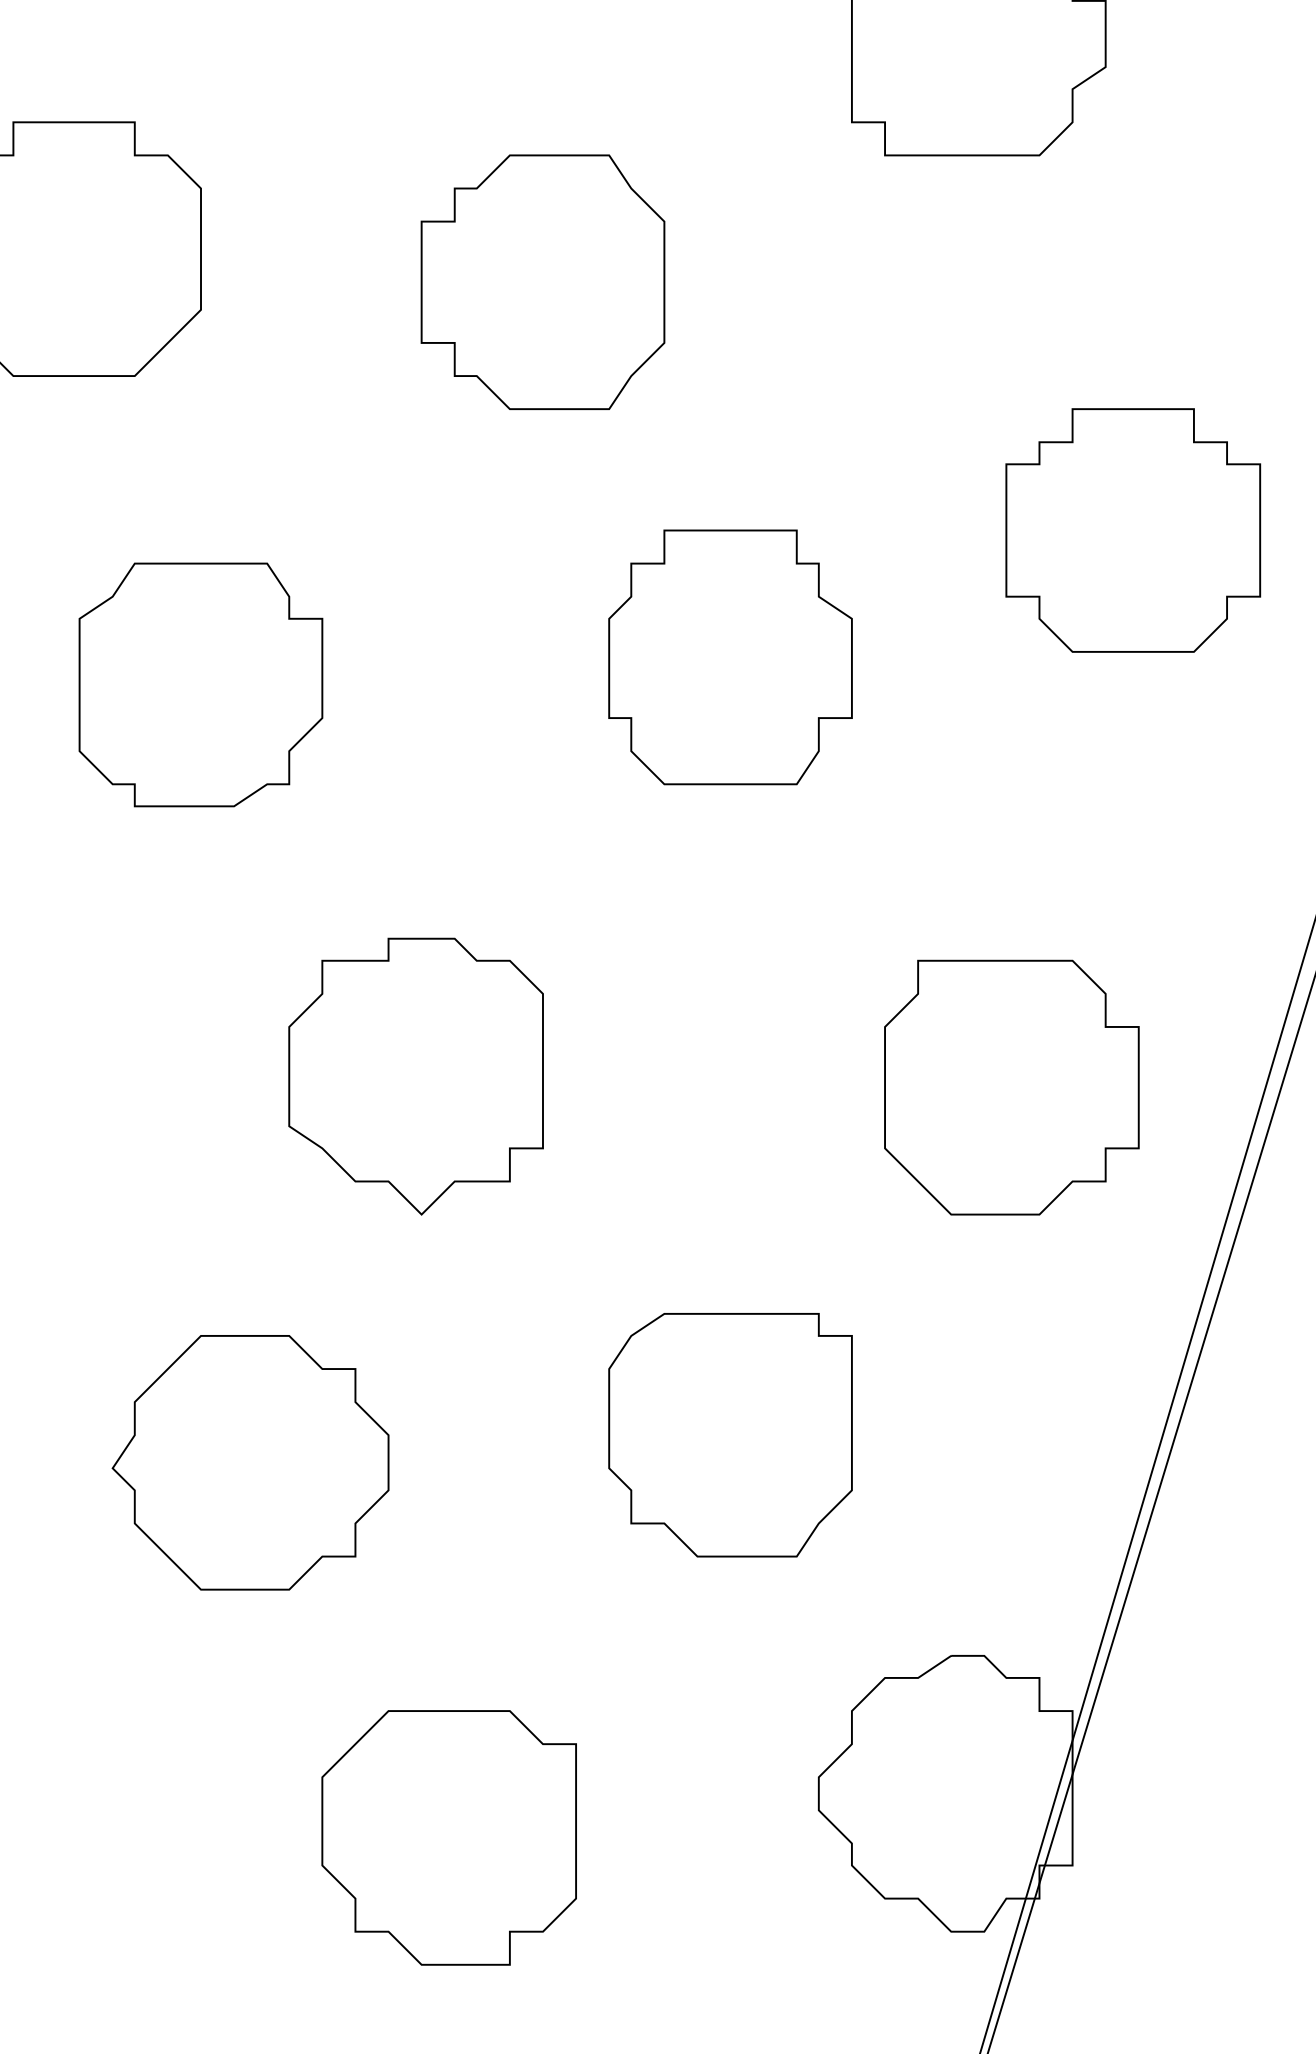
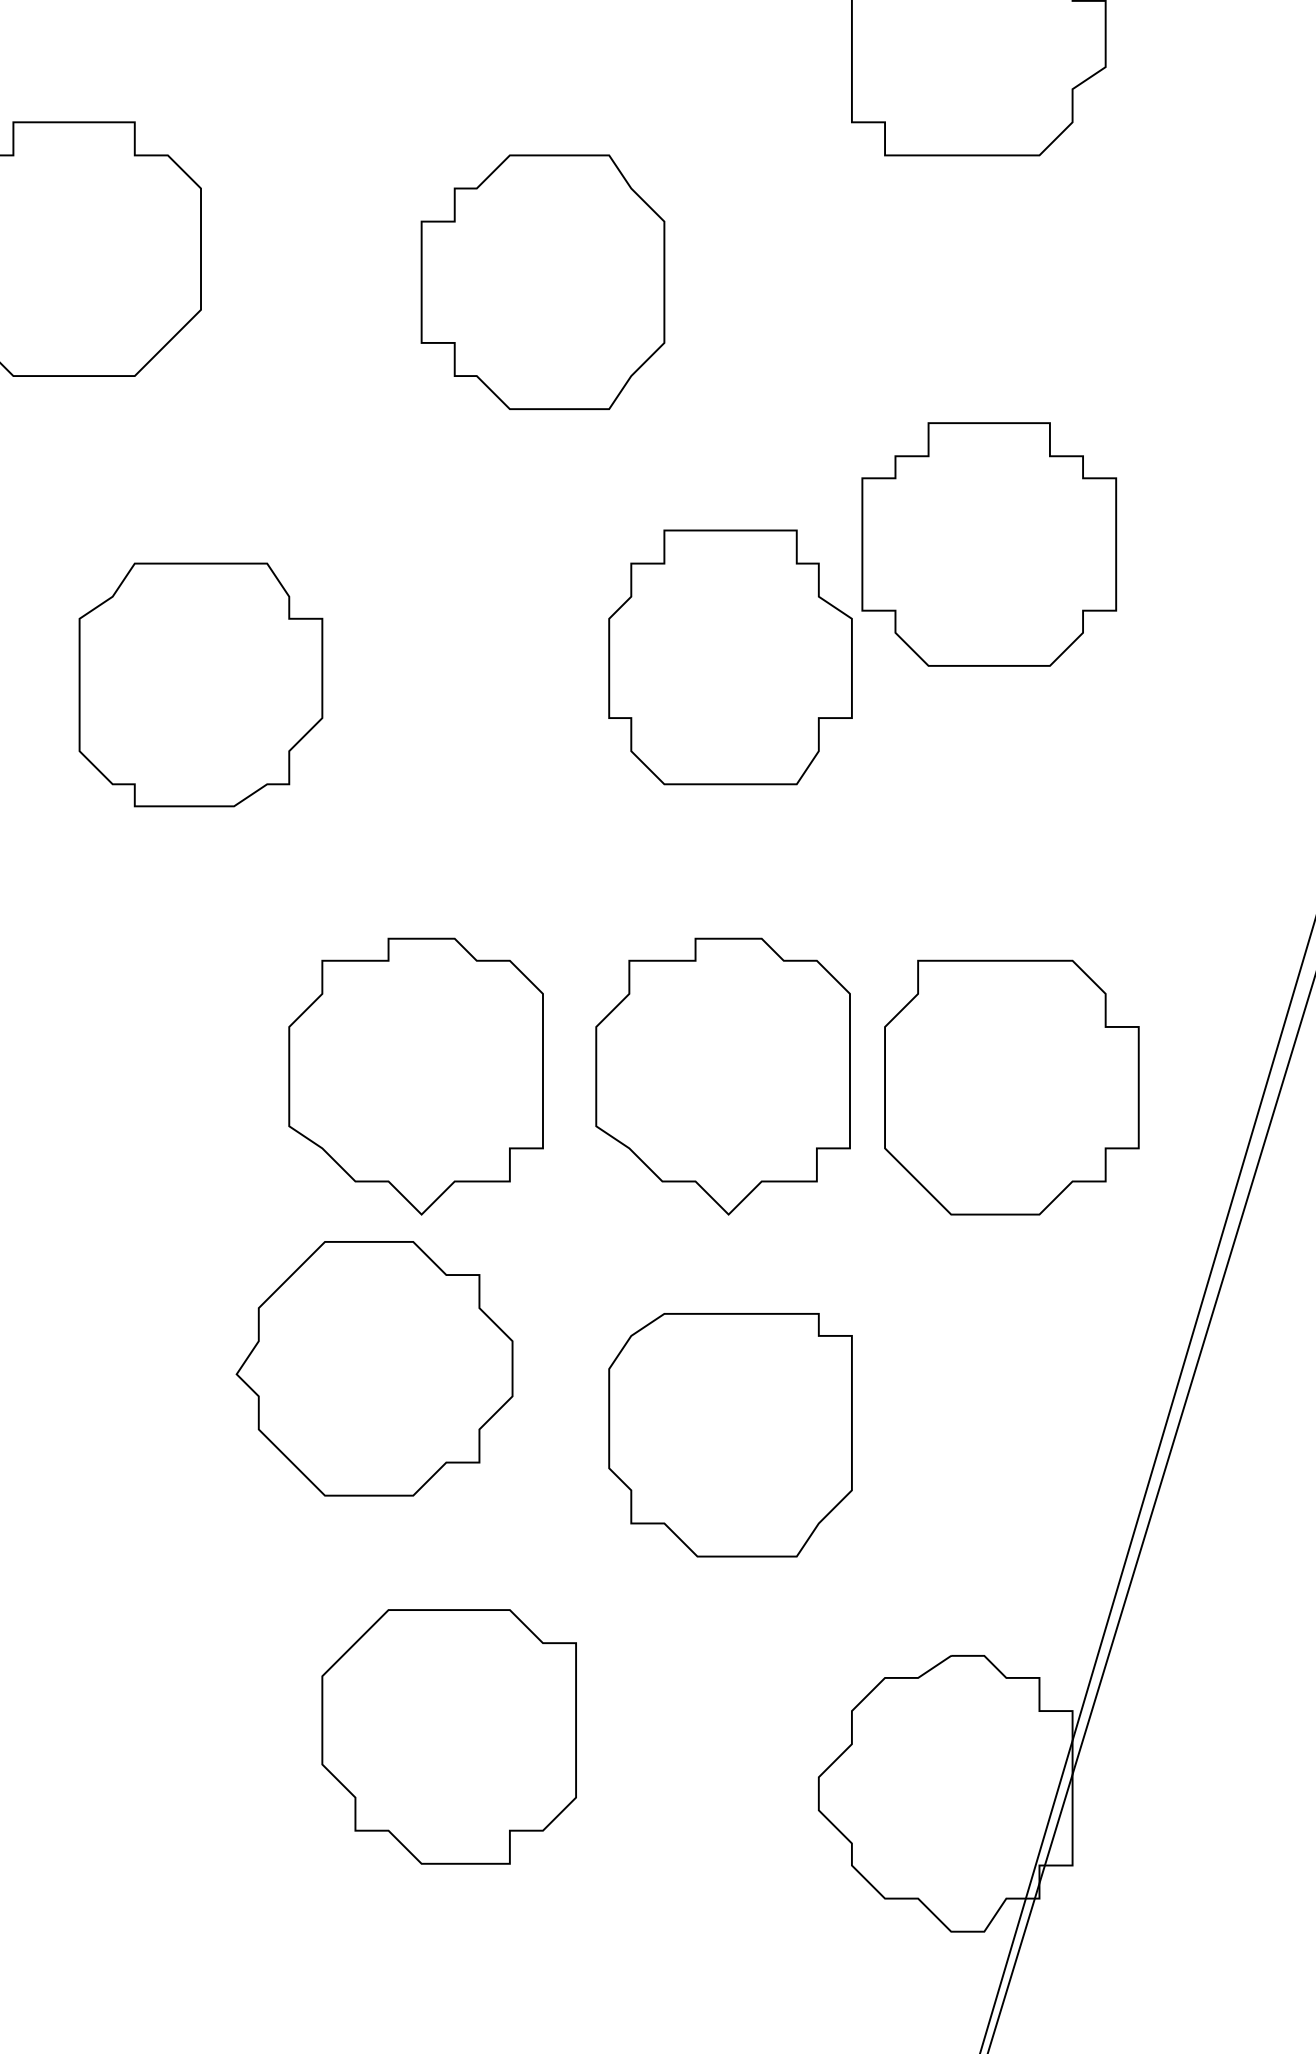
part at (1133, 530) position: (1133, 530) -> (989, 544)
part at (722, 1076): none -> present
part at (250, 1462) position: (250, 1462) -> (374, 1368)
part at (448, 1837) position: (448, 1837) -> (448, 1736)
